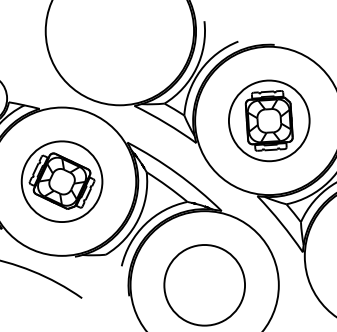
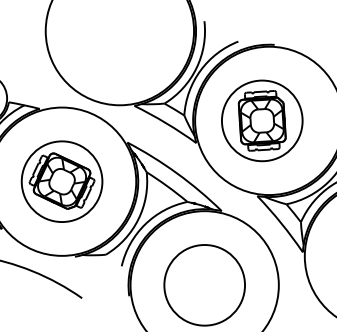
part at (269, 120) position: (269, 120) -> (262, 120)
